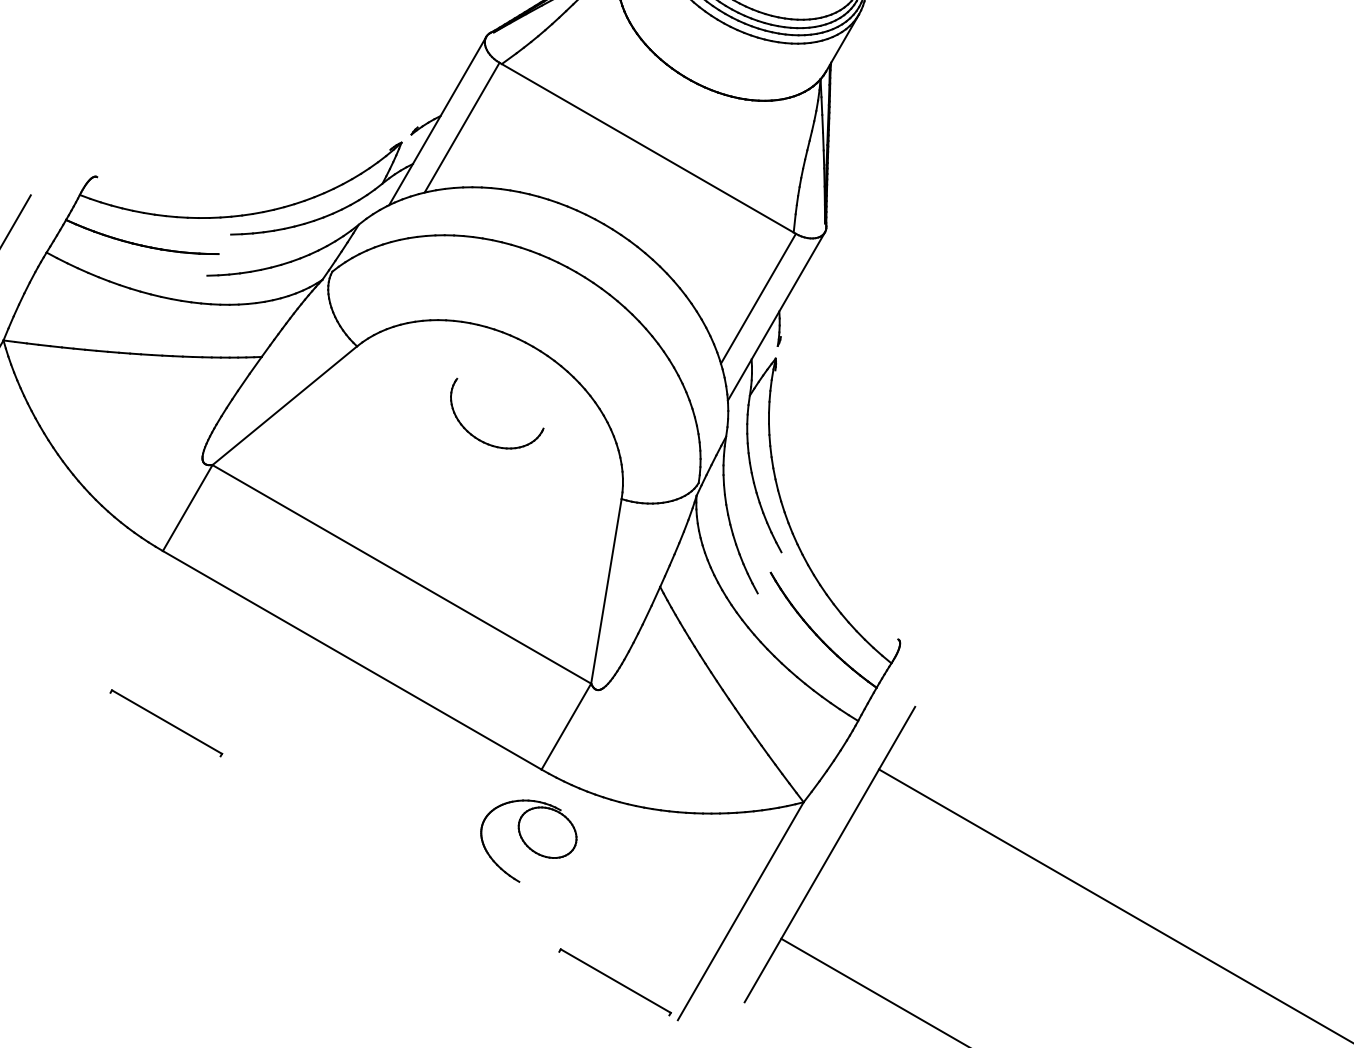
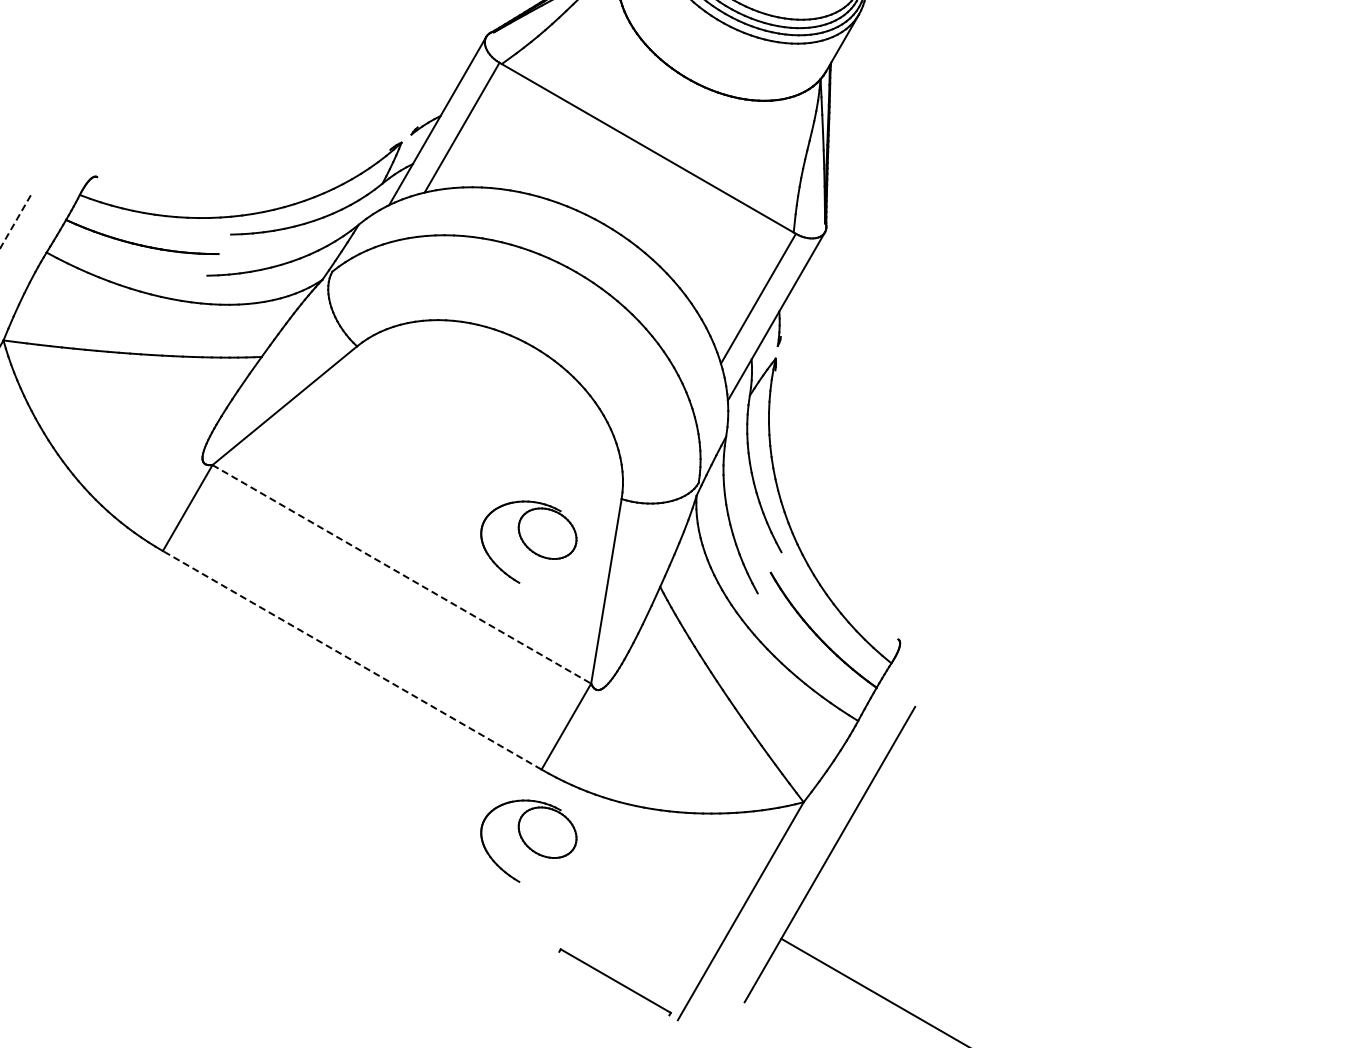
line at (15, 222): solid -> dashed
part at (484, 441): present -> none
part at (528, 541): none -> present
line at (401, 574): solid -> dashed
line at (352, 660): solid -> dashed
part at (166, 723): present -> none
line at (1114, 905): present -> none
